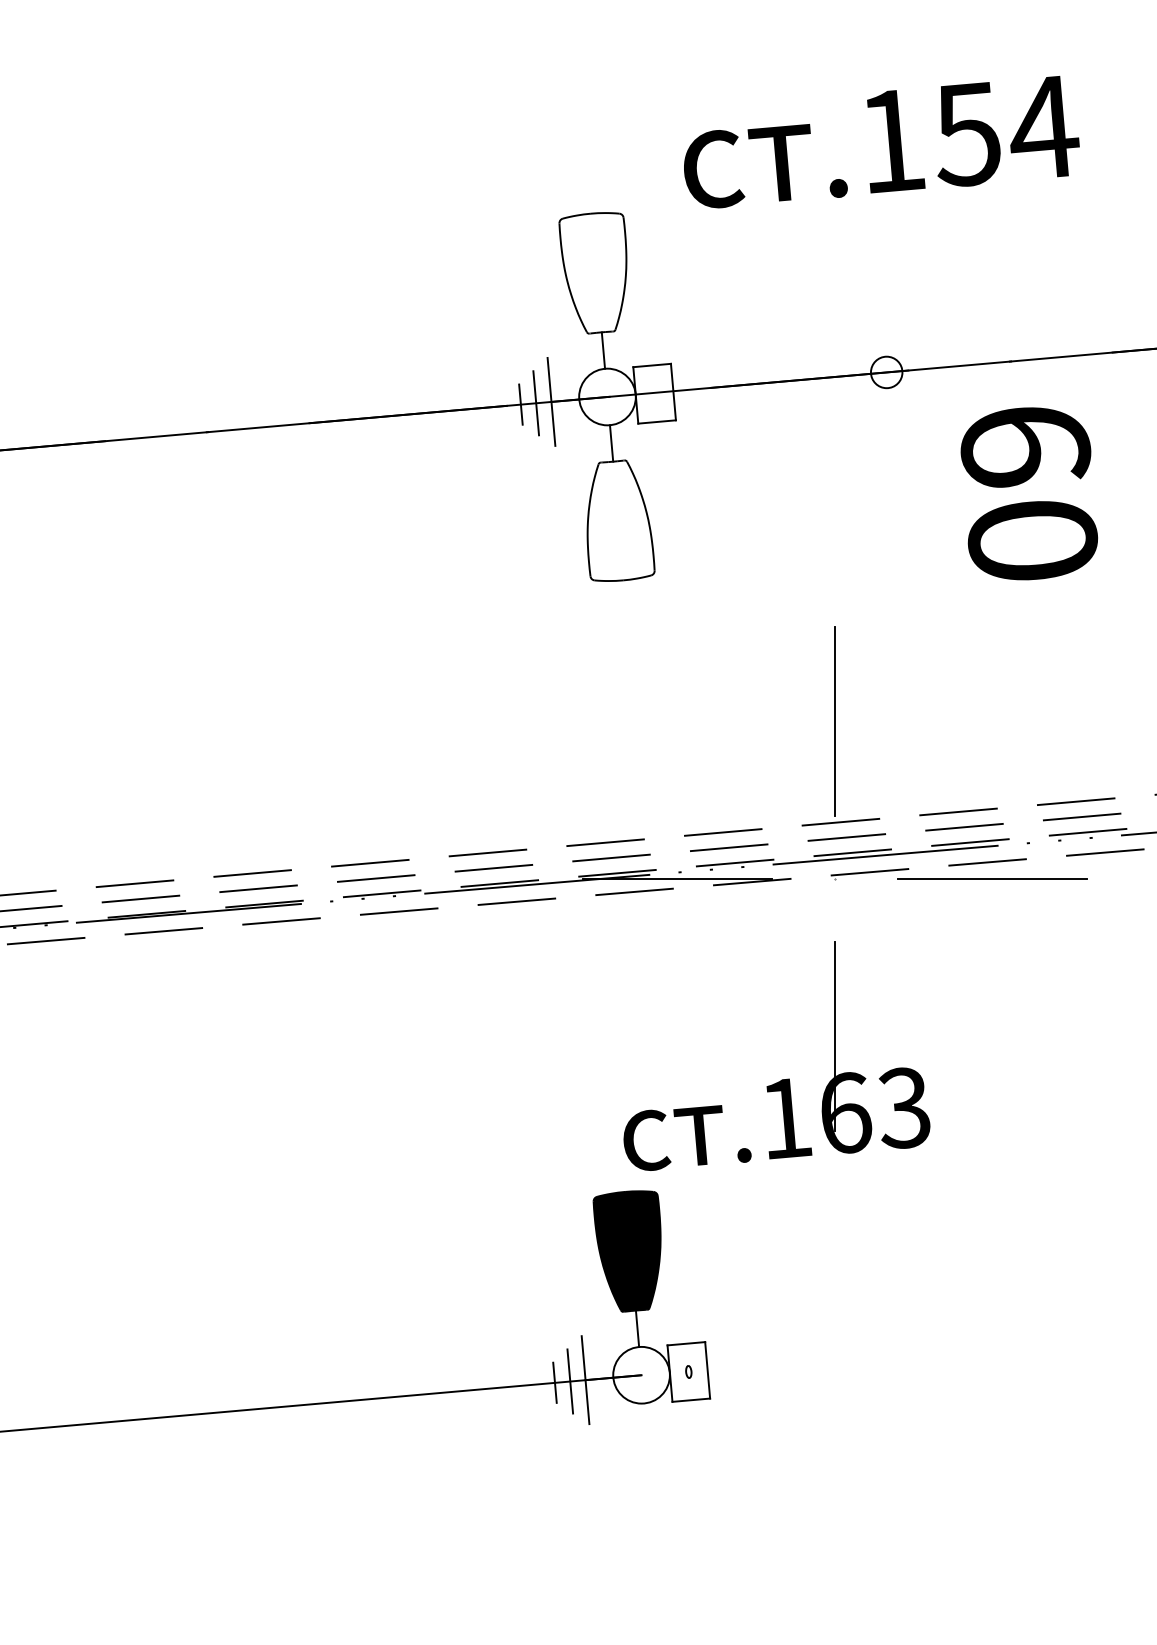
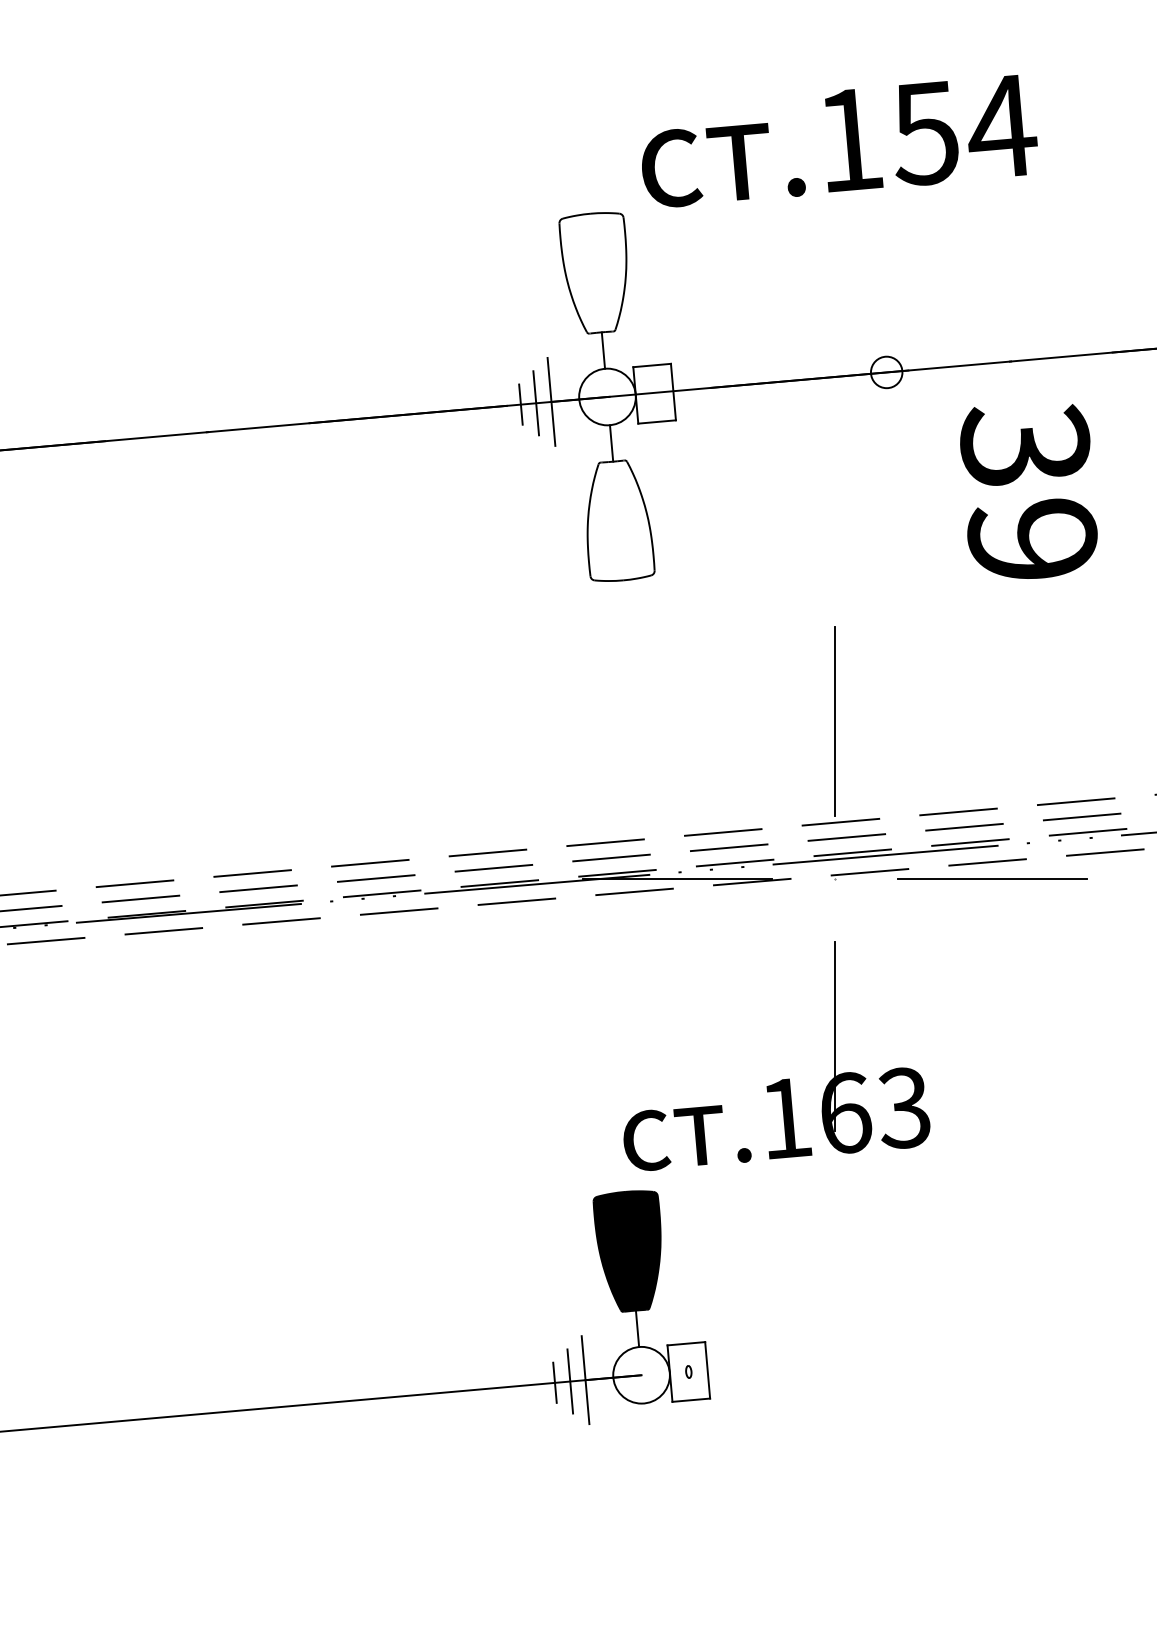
text at (881, 142) position: (881, 142) -> (839, 141)
text at (1029, 492): 60 -> 39
